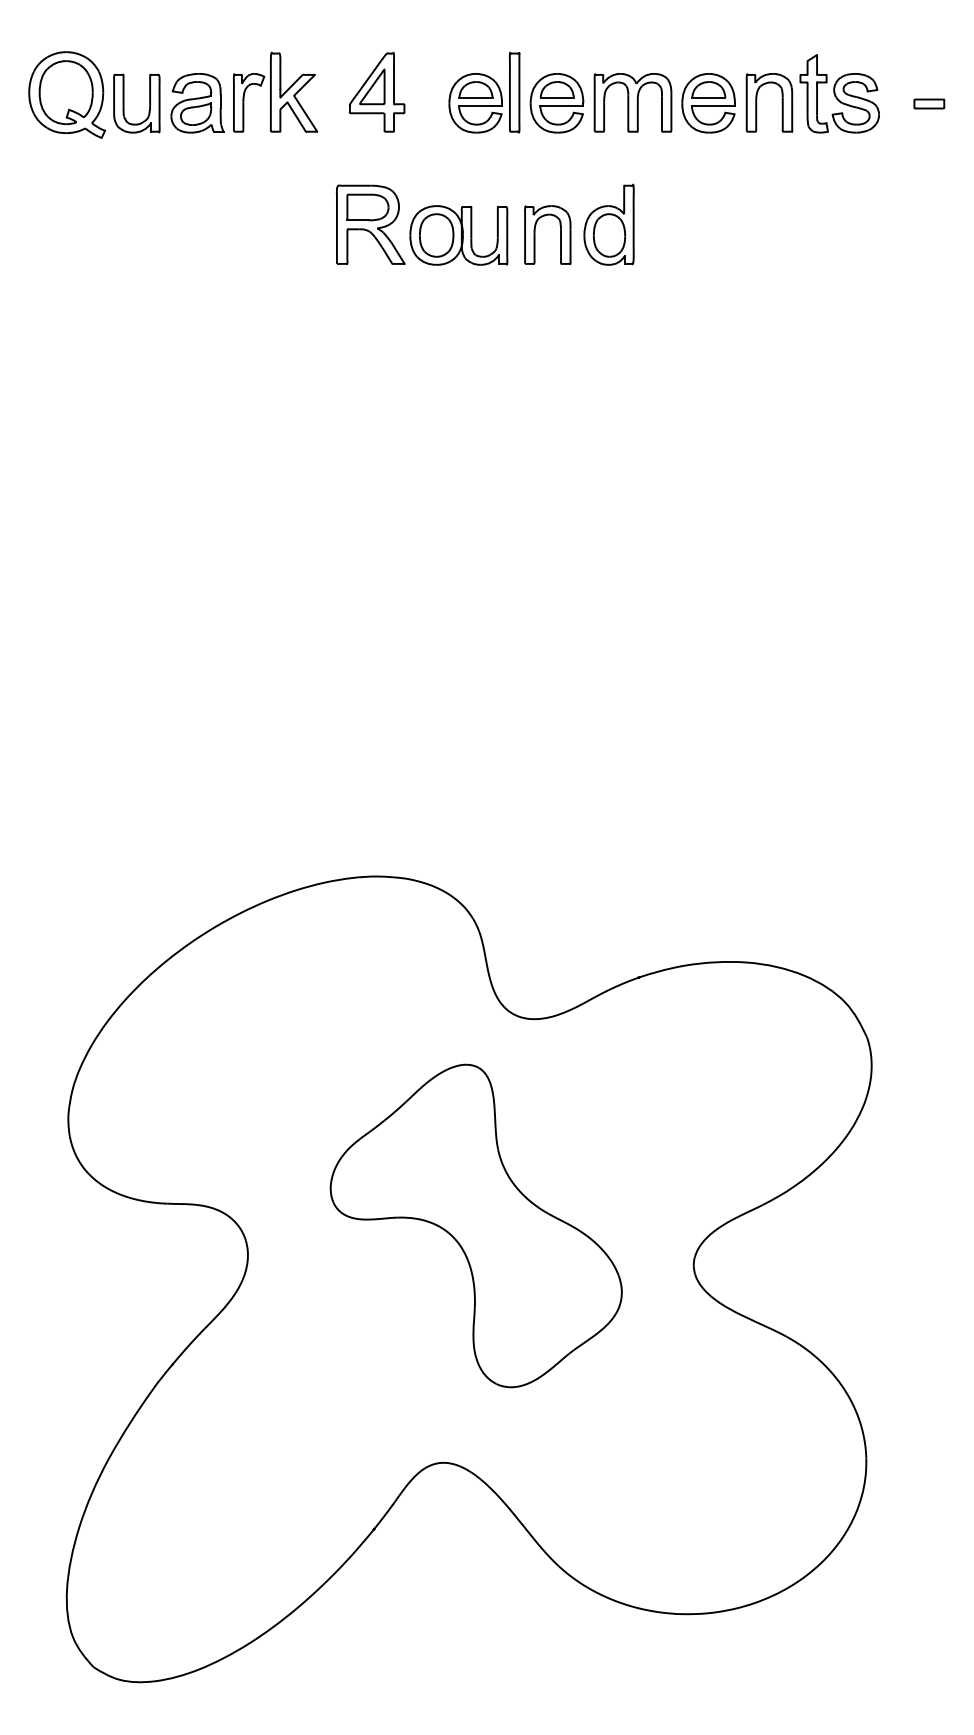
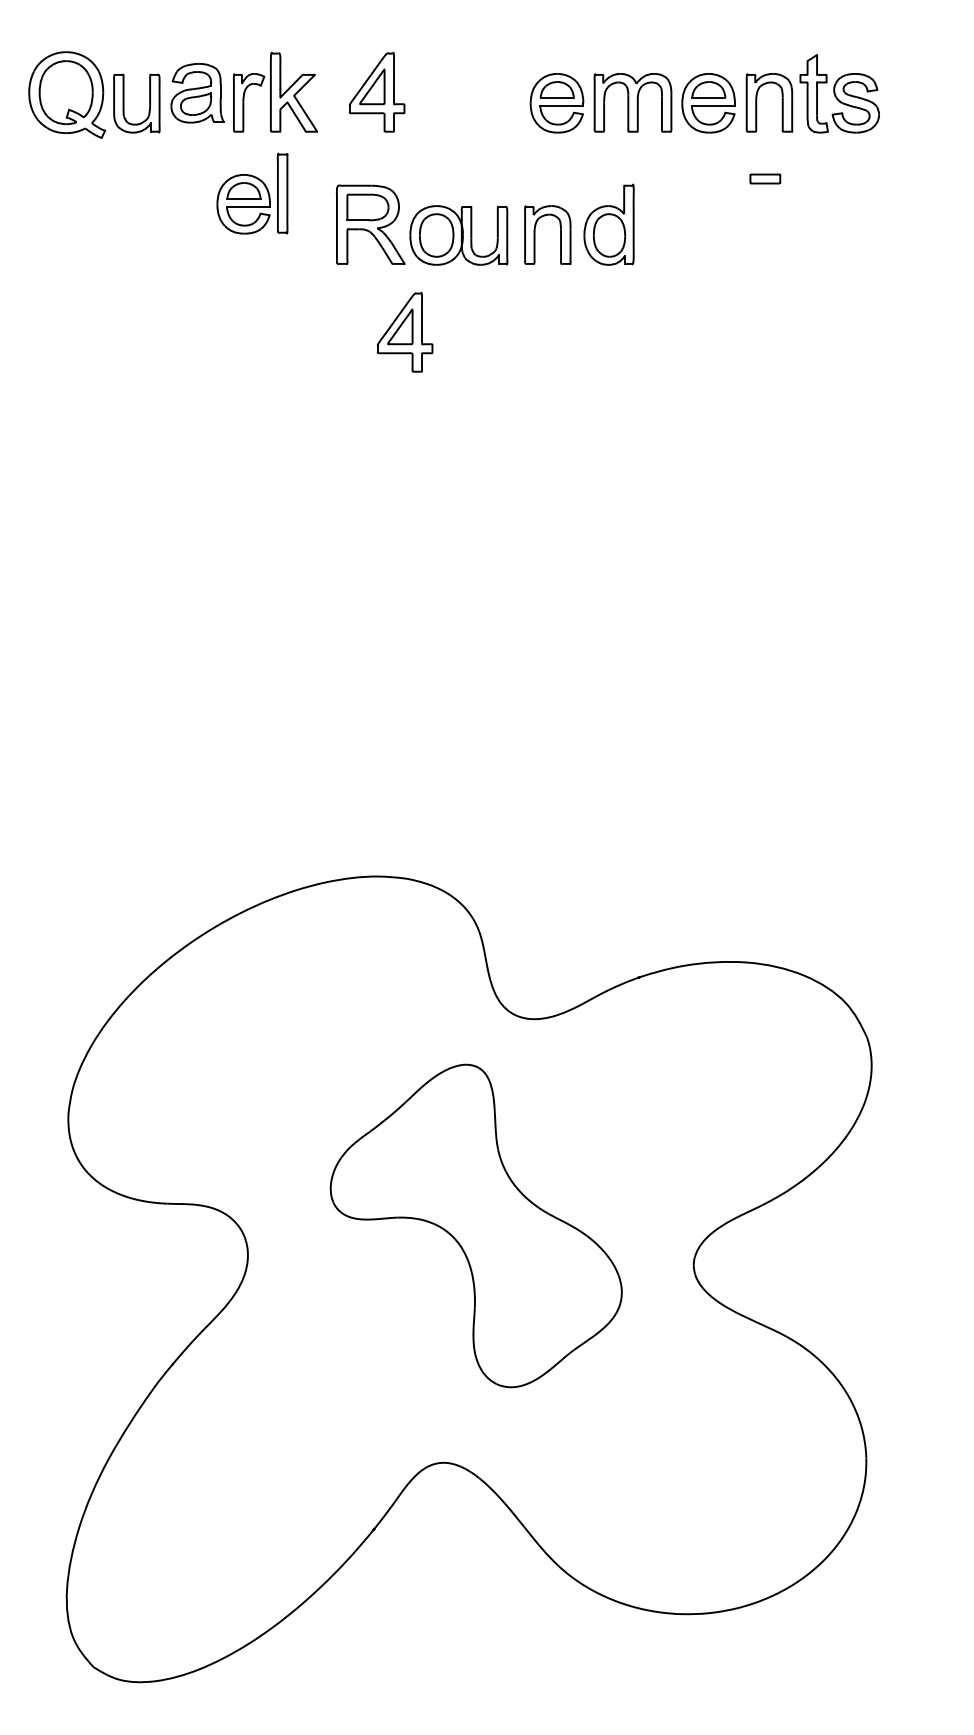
part at (484, 92) position: (484, 92) -> (252, 193)
part at (197, 103) position: (197, 103) -> (197, 93)
part at (929, 103) position: (929, 103) -> (765, 178)
part at (404, 331): none -> present
